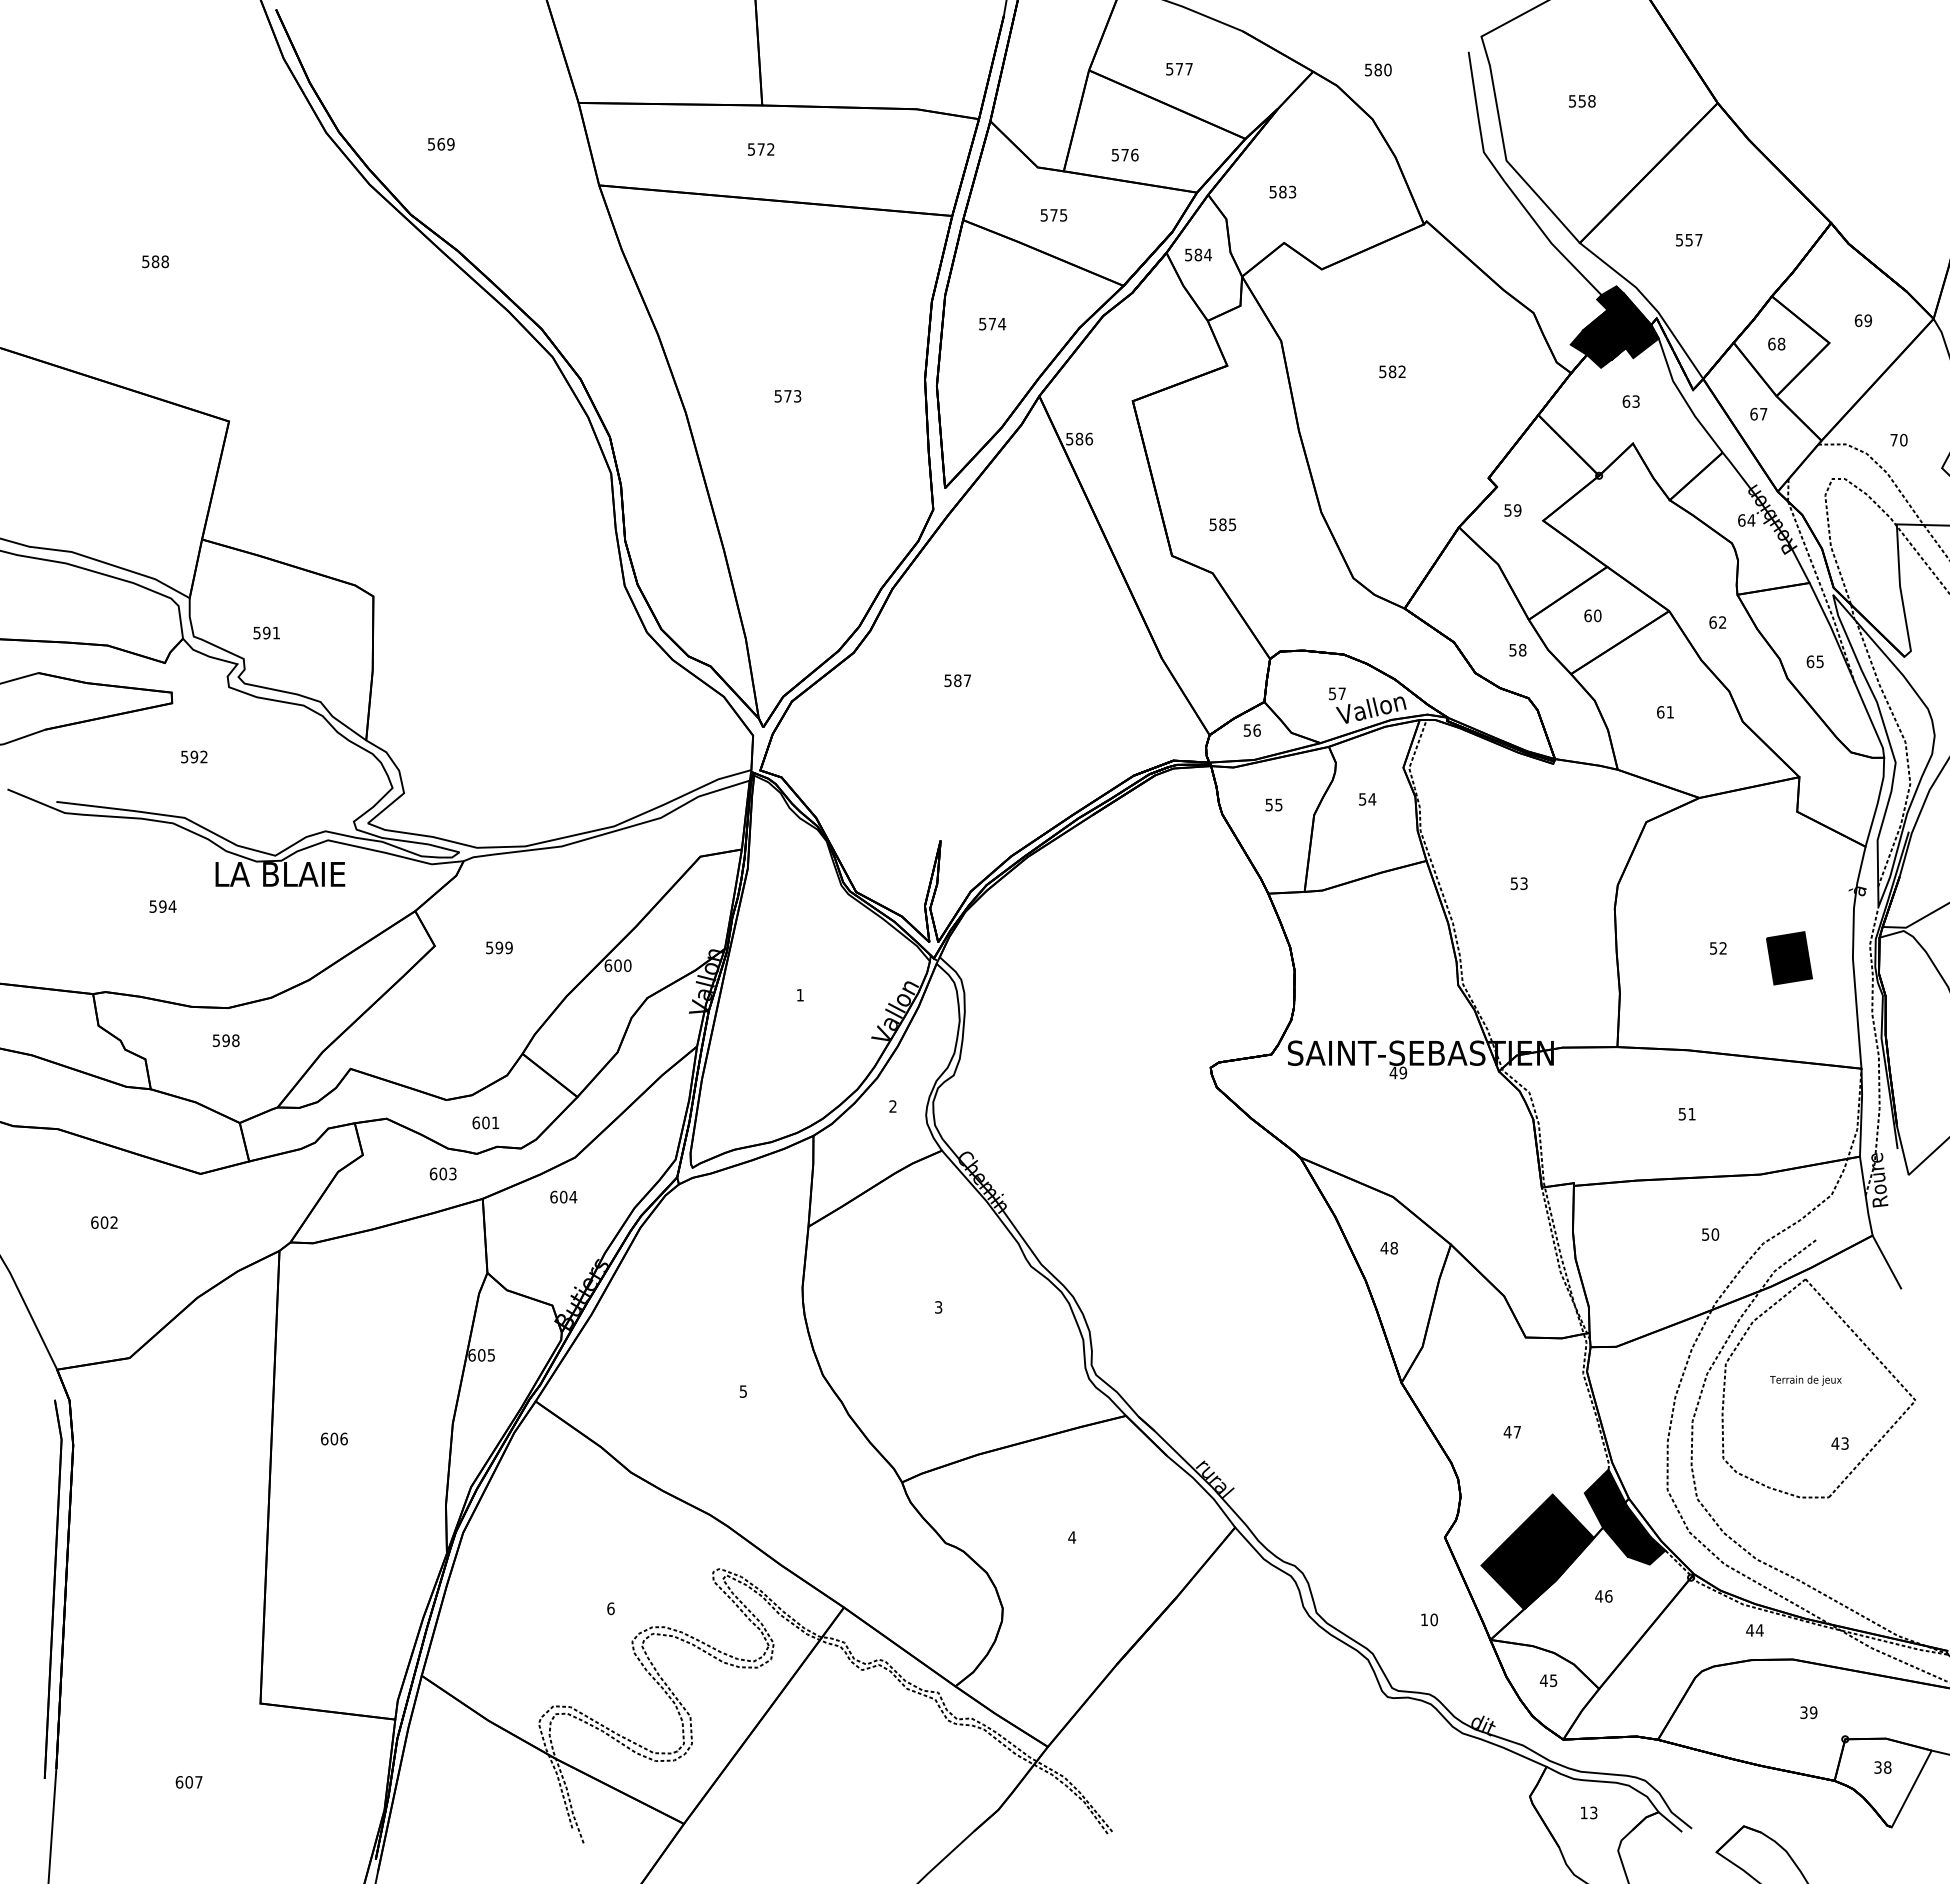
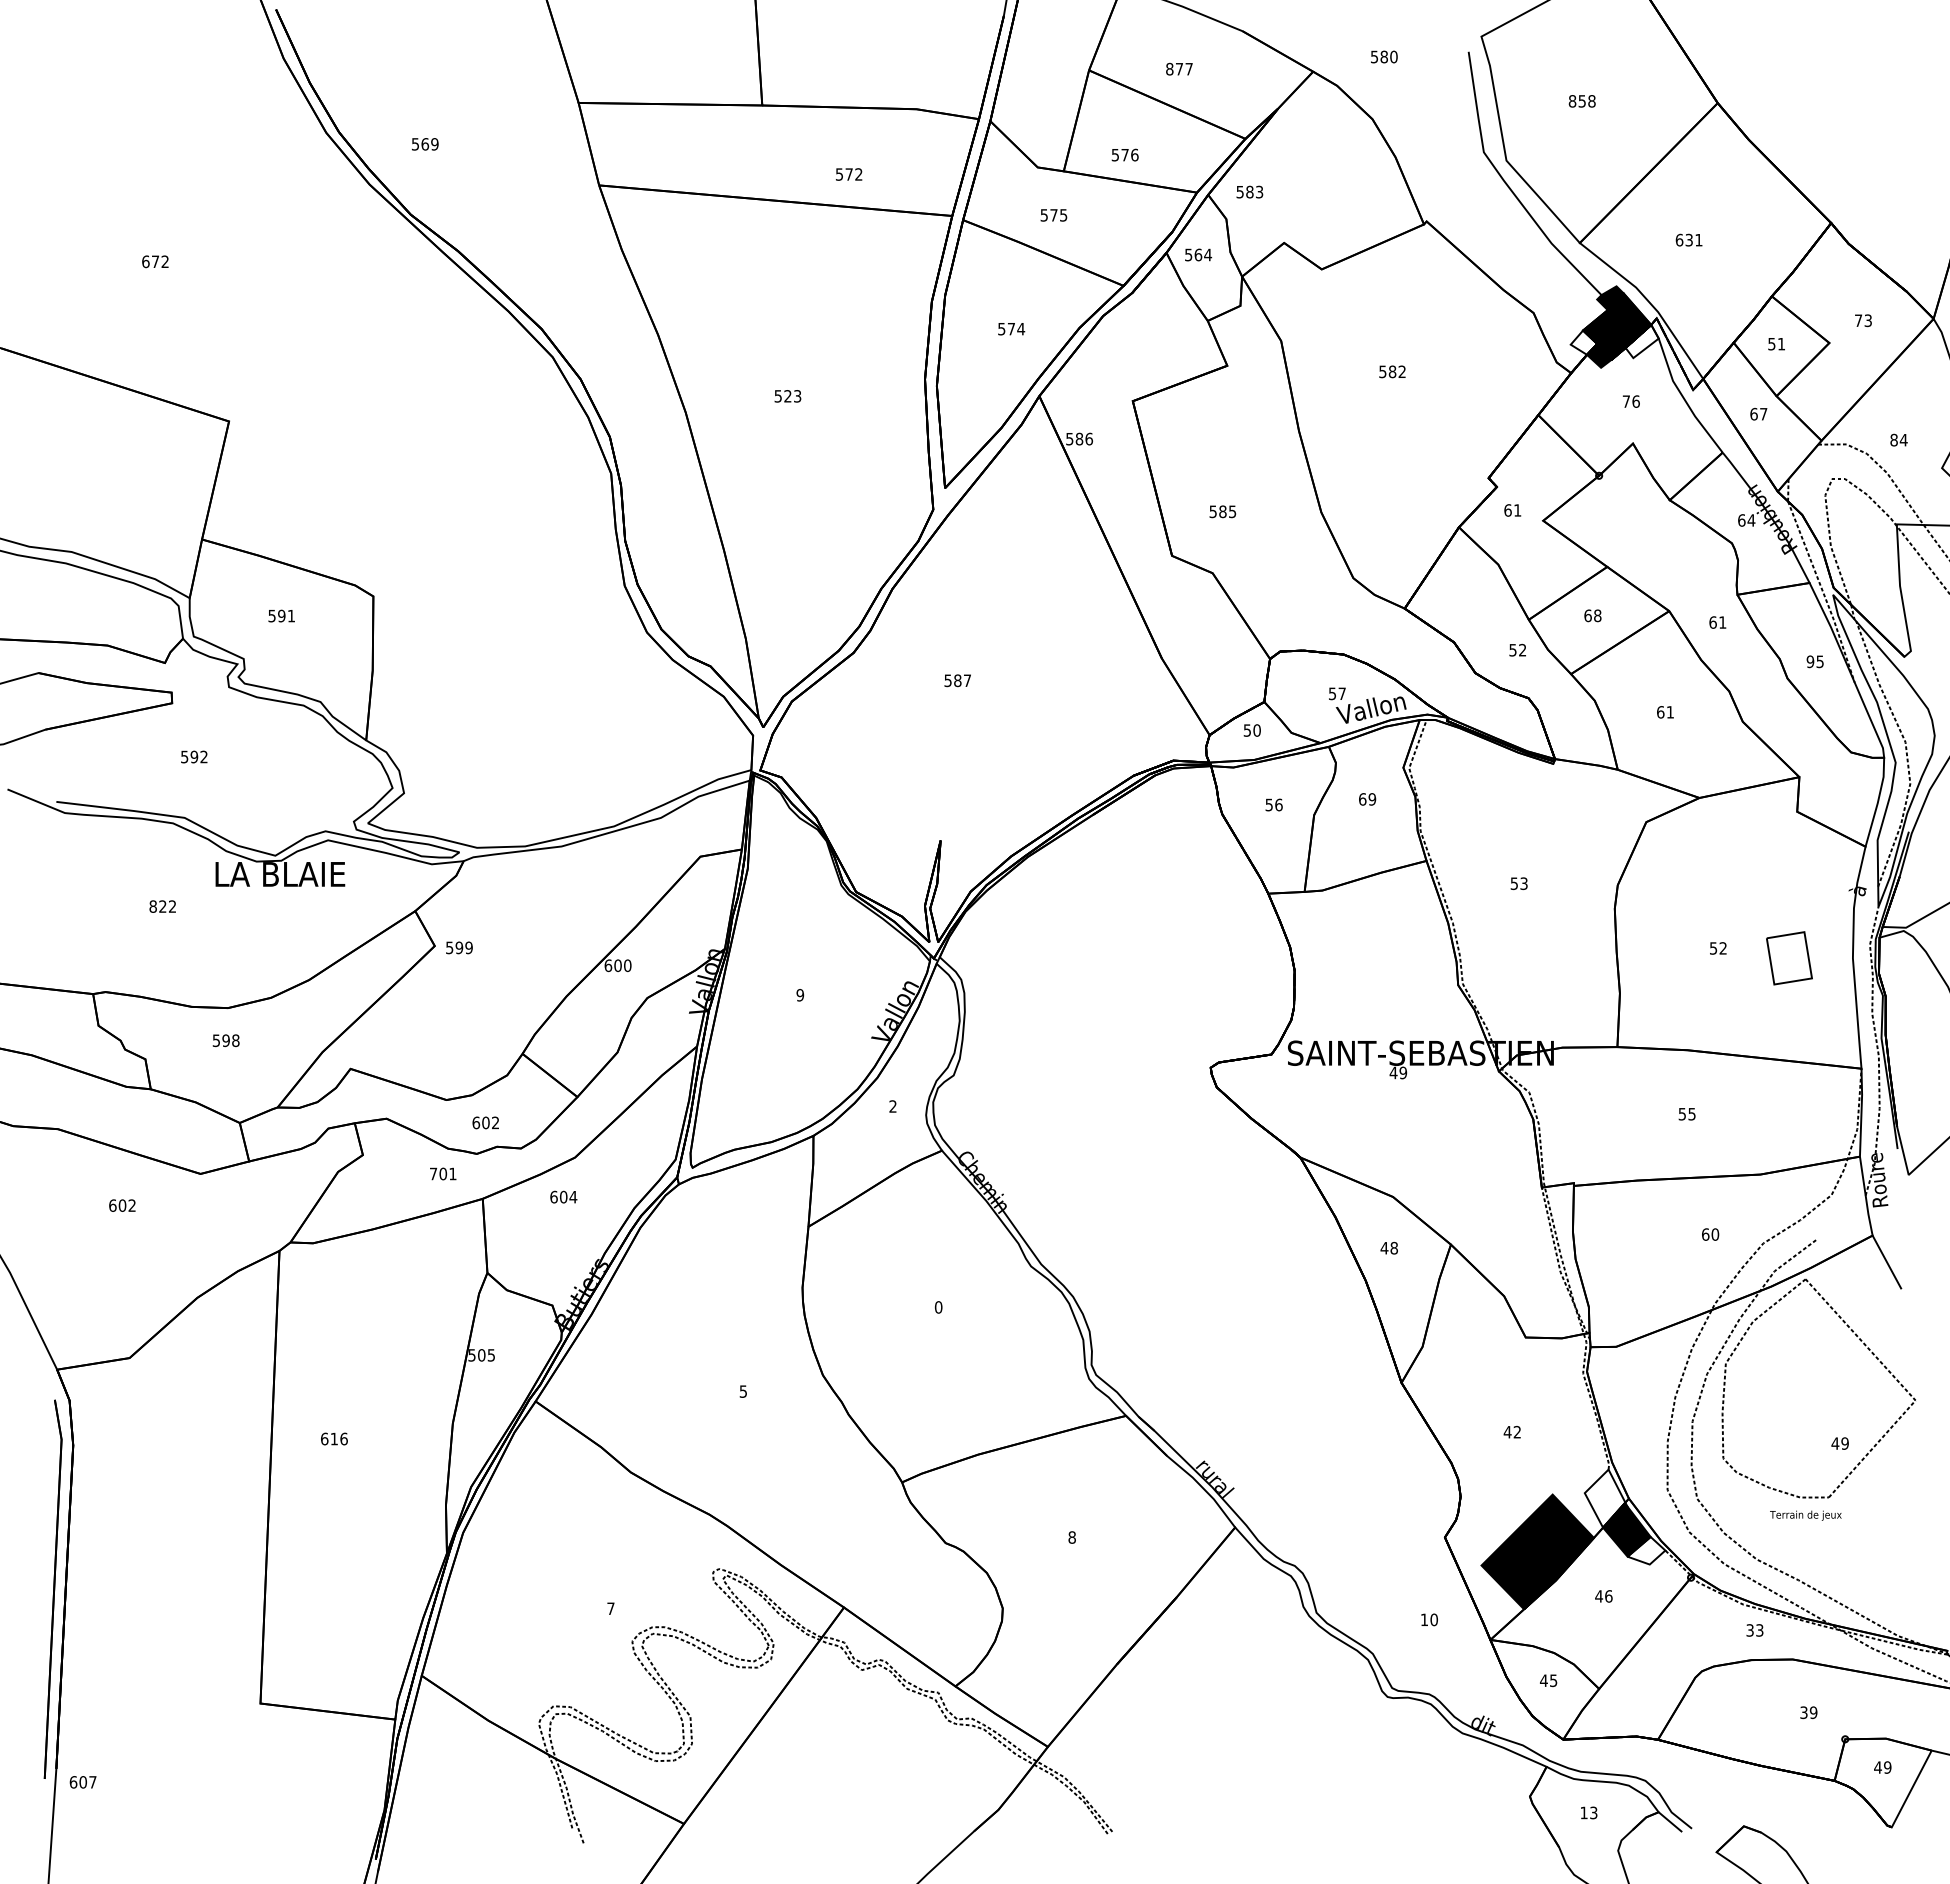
text at (1169, 68): 577 -> 877
text at (1378, 69) position: (1378, 69) -> (1384, 56)
text at (1572, 101): 558 -> 858
text at (441, 144) position: (441, 144) -> (425, 144)
text at (761, 149) position: (761, 149) -> (849, 174)
text at (1282, 191) position: (1282, 191) -> (1249, 191)
text at (1688, 239): 557 -> 631
text at (1198, 254): 584 -> 564
text at (155, 261): 588 -> 672
text at (1863, 320): 69 -> 73
text at (992, 324) position: (992, 324) -> (1011, 329)
fill at (1641, 341): present -> none
fill at (1583, 342): present -> none
text at (1776, 343): 68 -> 51
text at (787, 396): 573 -> 523
text at (1630, 401): 63 -> 76
text at (1898, 439): 70 -> 84
text at (1512, 510): 59 -> 61
text at (1222, 524) position: (1222, 524) -> (1222, 511)
text at (1597, 615): 60 -> 68
text at (1722, 622): 62 -> 61
text at (266, 632) position: (266, 632) -> (281, 615)
text at (1522, 650): 58 -> 52
text at (1810, 661): 65 -> 95
text at (1256, 730): 56 -> 50
text at (1367, 799): 54 -> 69
text at (1278, 804): 55 -> 56
text at (162, 906): 594 -> 822
text at (499, 947) position: (499, 947) -> (459, 947)
fill at (1789, 958): present -> none
text at (800, 995): 1 -> 9
text at (1691, 1114): 51 -> 55
text at (495, 1122): 601 -> 602
text at (442, 1173): 603 -> 701
text at (104, 1222) position: (104, 1222) -> (122, 1205)
text at (1705, 1234): 50 -> 60
text at (938, 1307): 3 -> 0
text at (471, 1355): 605 -> 505
text at (1805, 1380) position: (1805, 1380) -> (1805, 1515)
text at (1516, 1431): 47 -> 42
text at (334, 1438): 606 -> 616
text at (1844, 1443): 43 -> 49
fill at (1604, 1498): present -> none
text at (1072, 1537): 4 -> 8
fill at (1646, 1550): present -> none
text at (610, 1608): 6 -> 7
text at (1754, 1630): 44 -> 33
text at (1882, 1767): 38 -> 49
text at (188, 1782) position: (188, 1782) -> (82, 1782)
